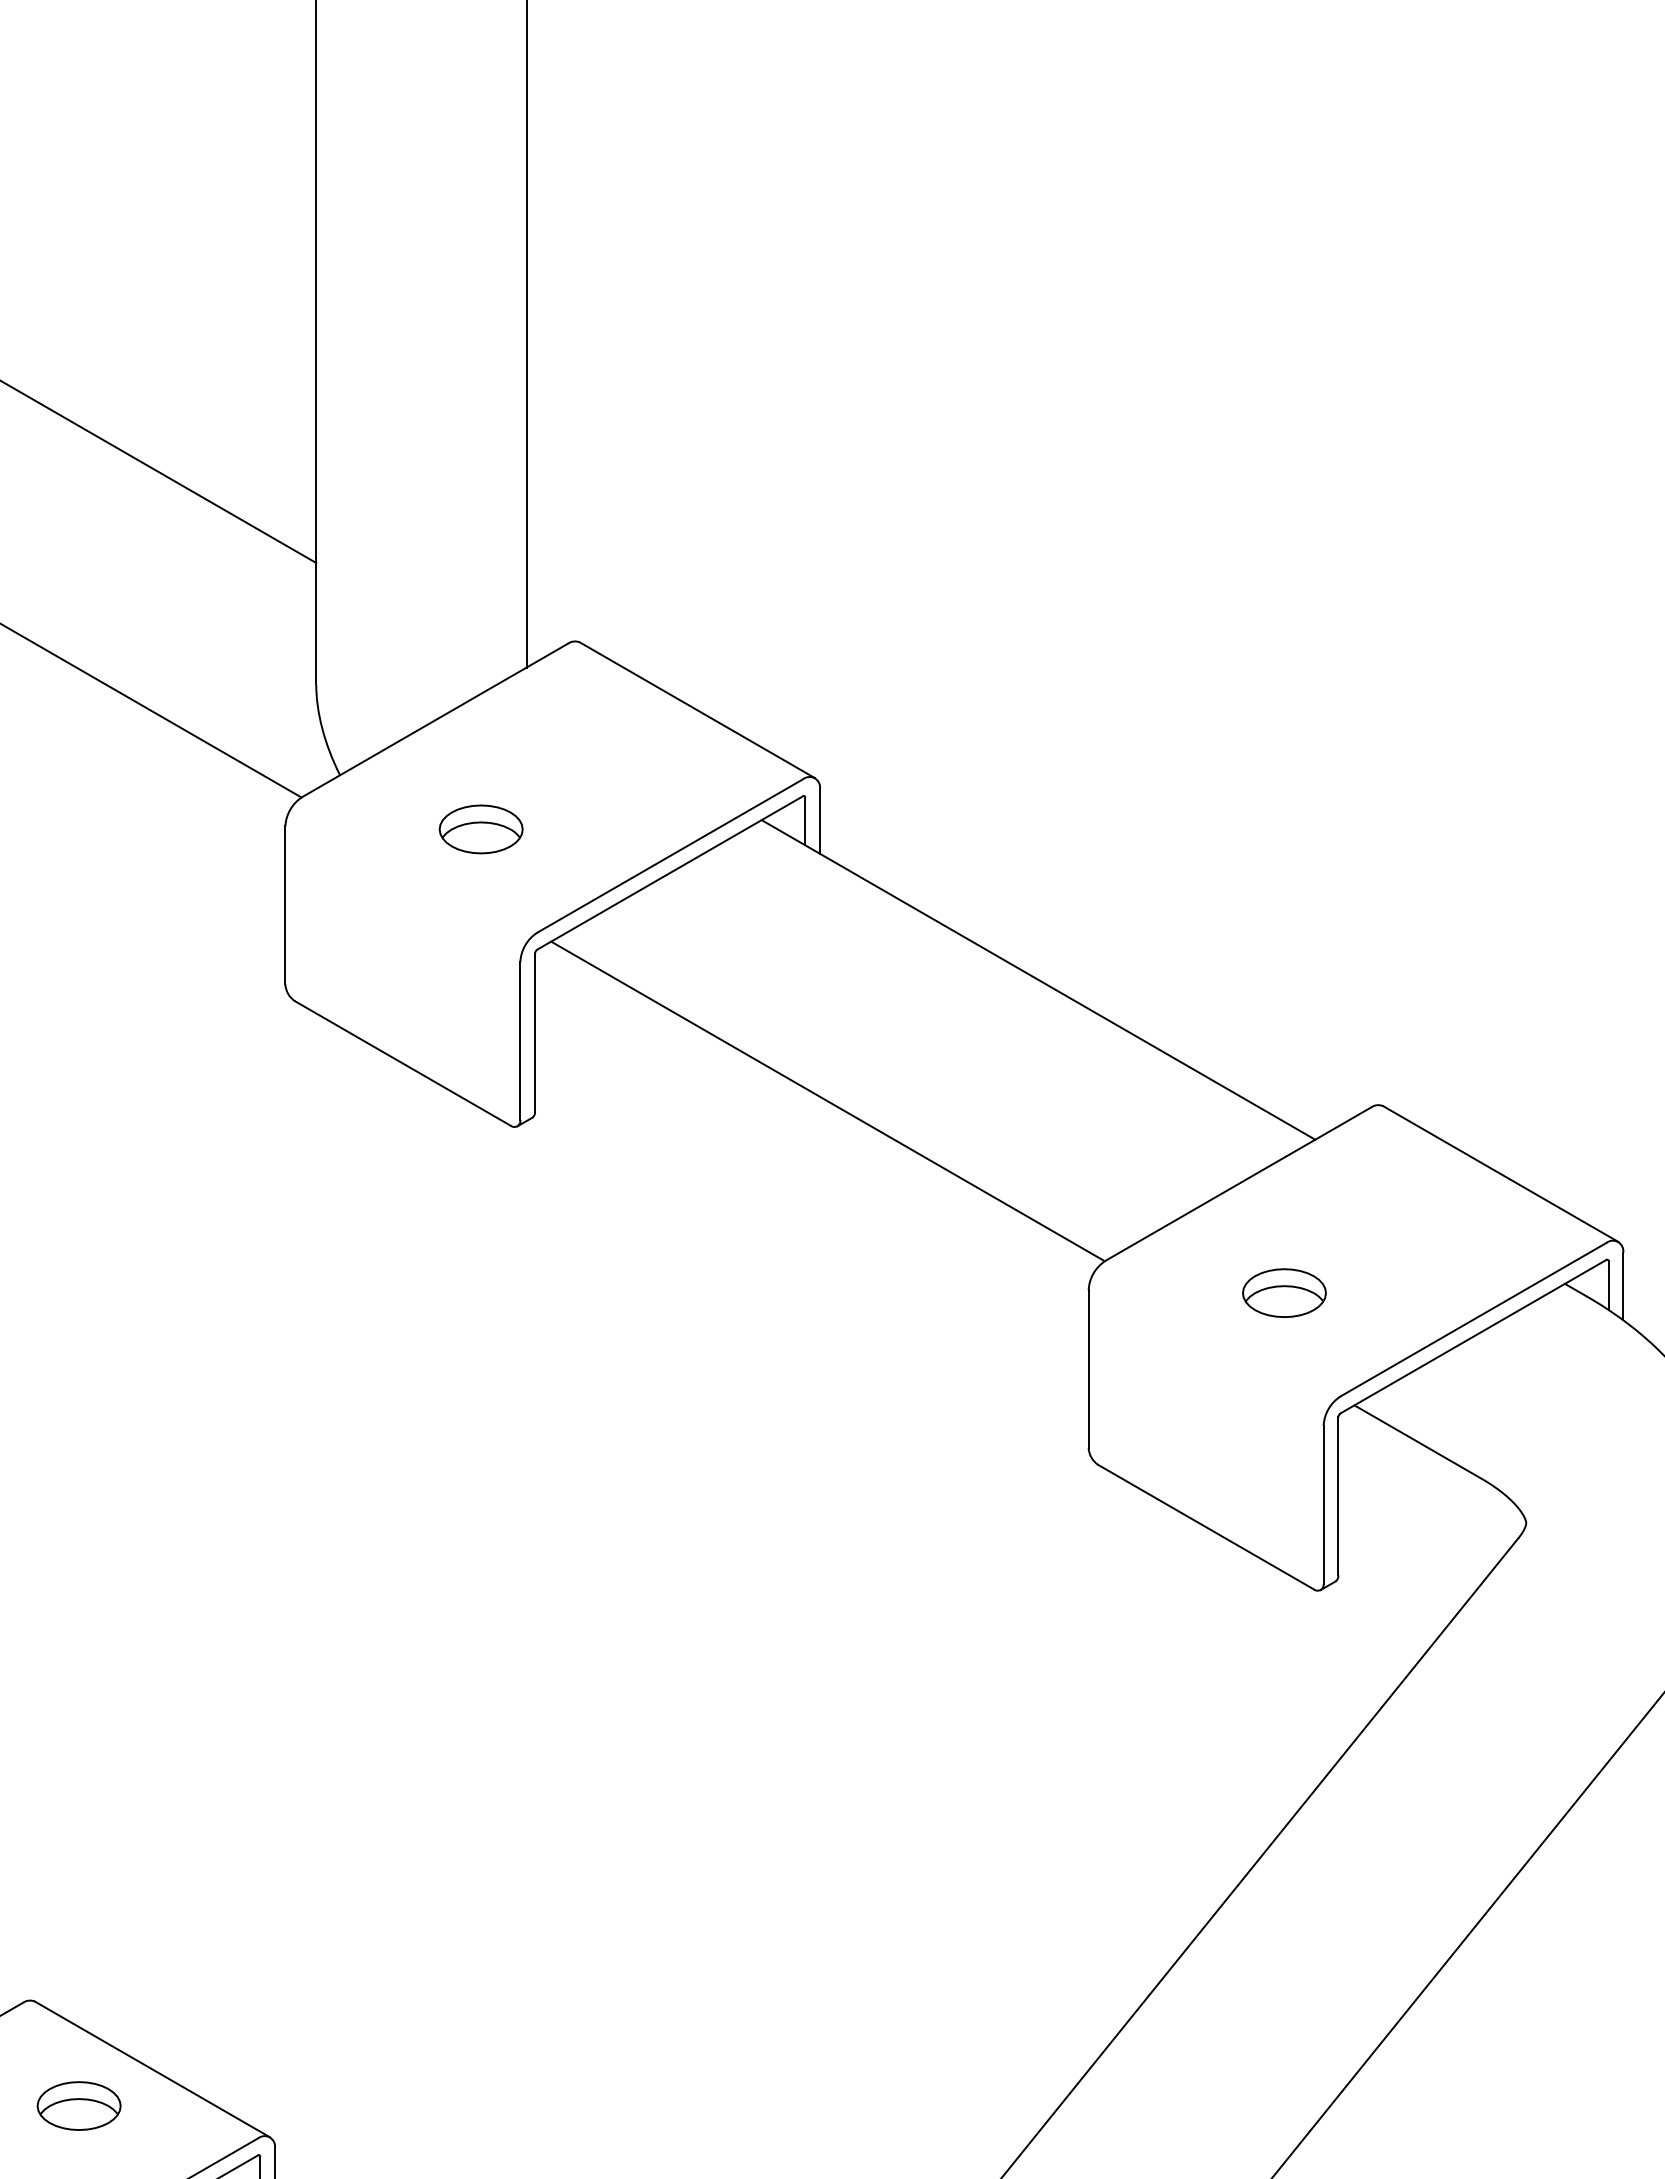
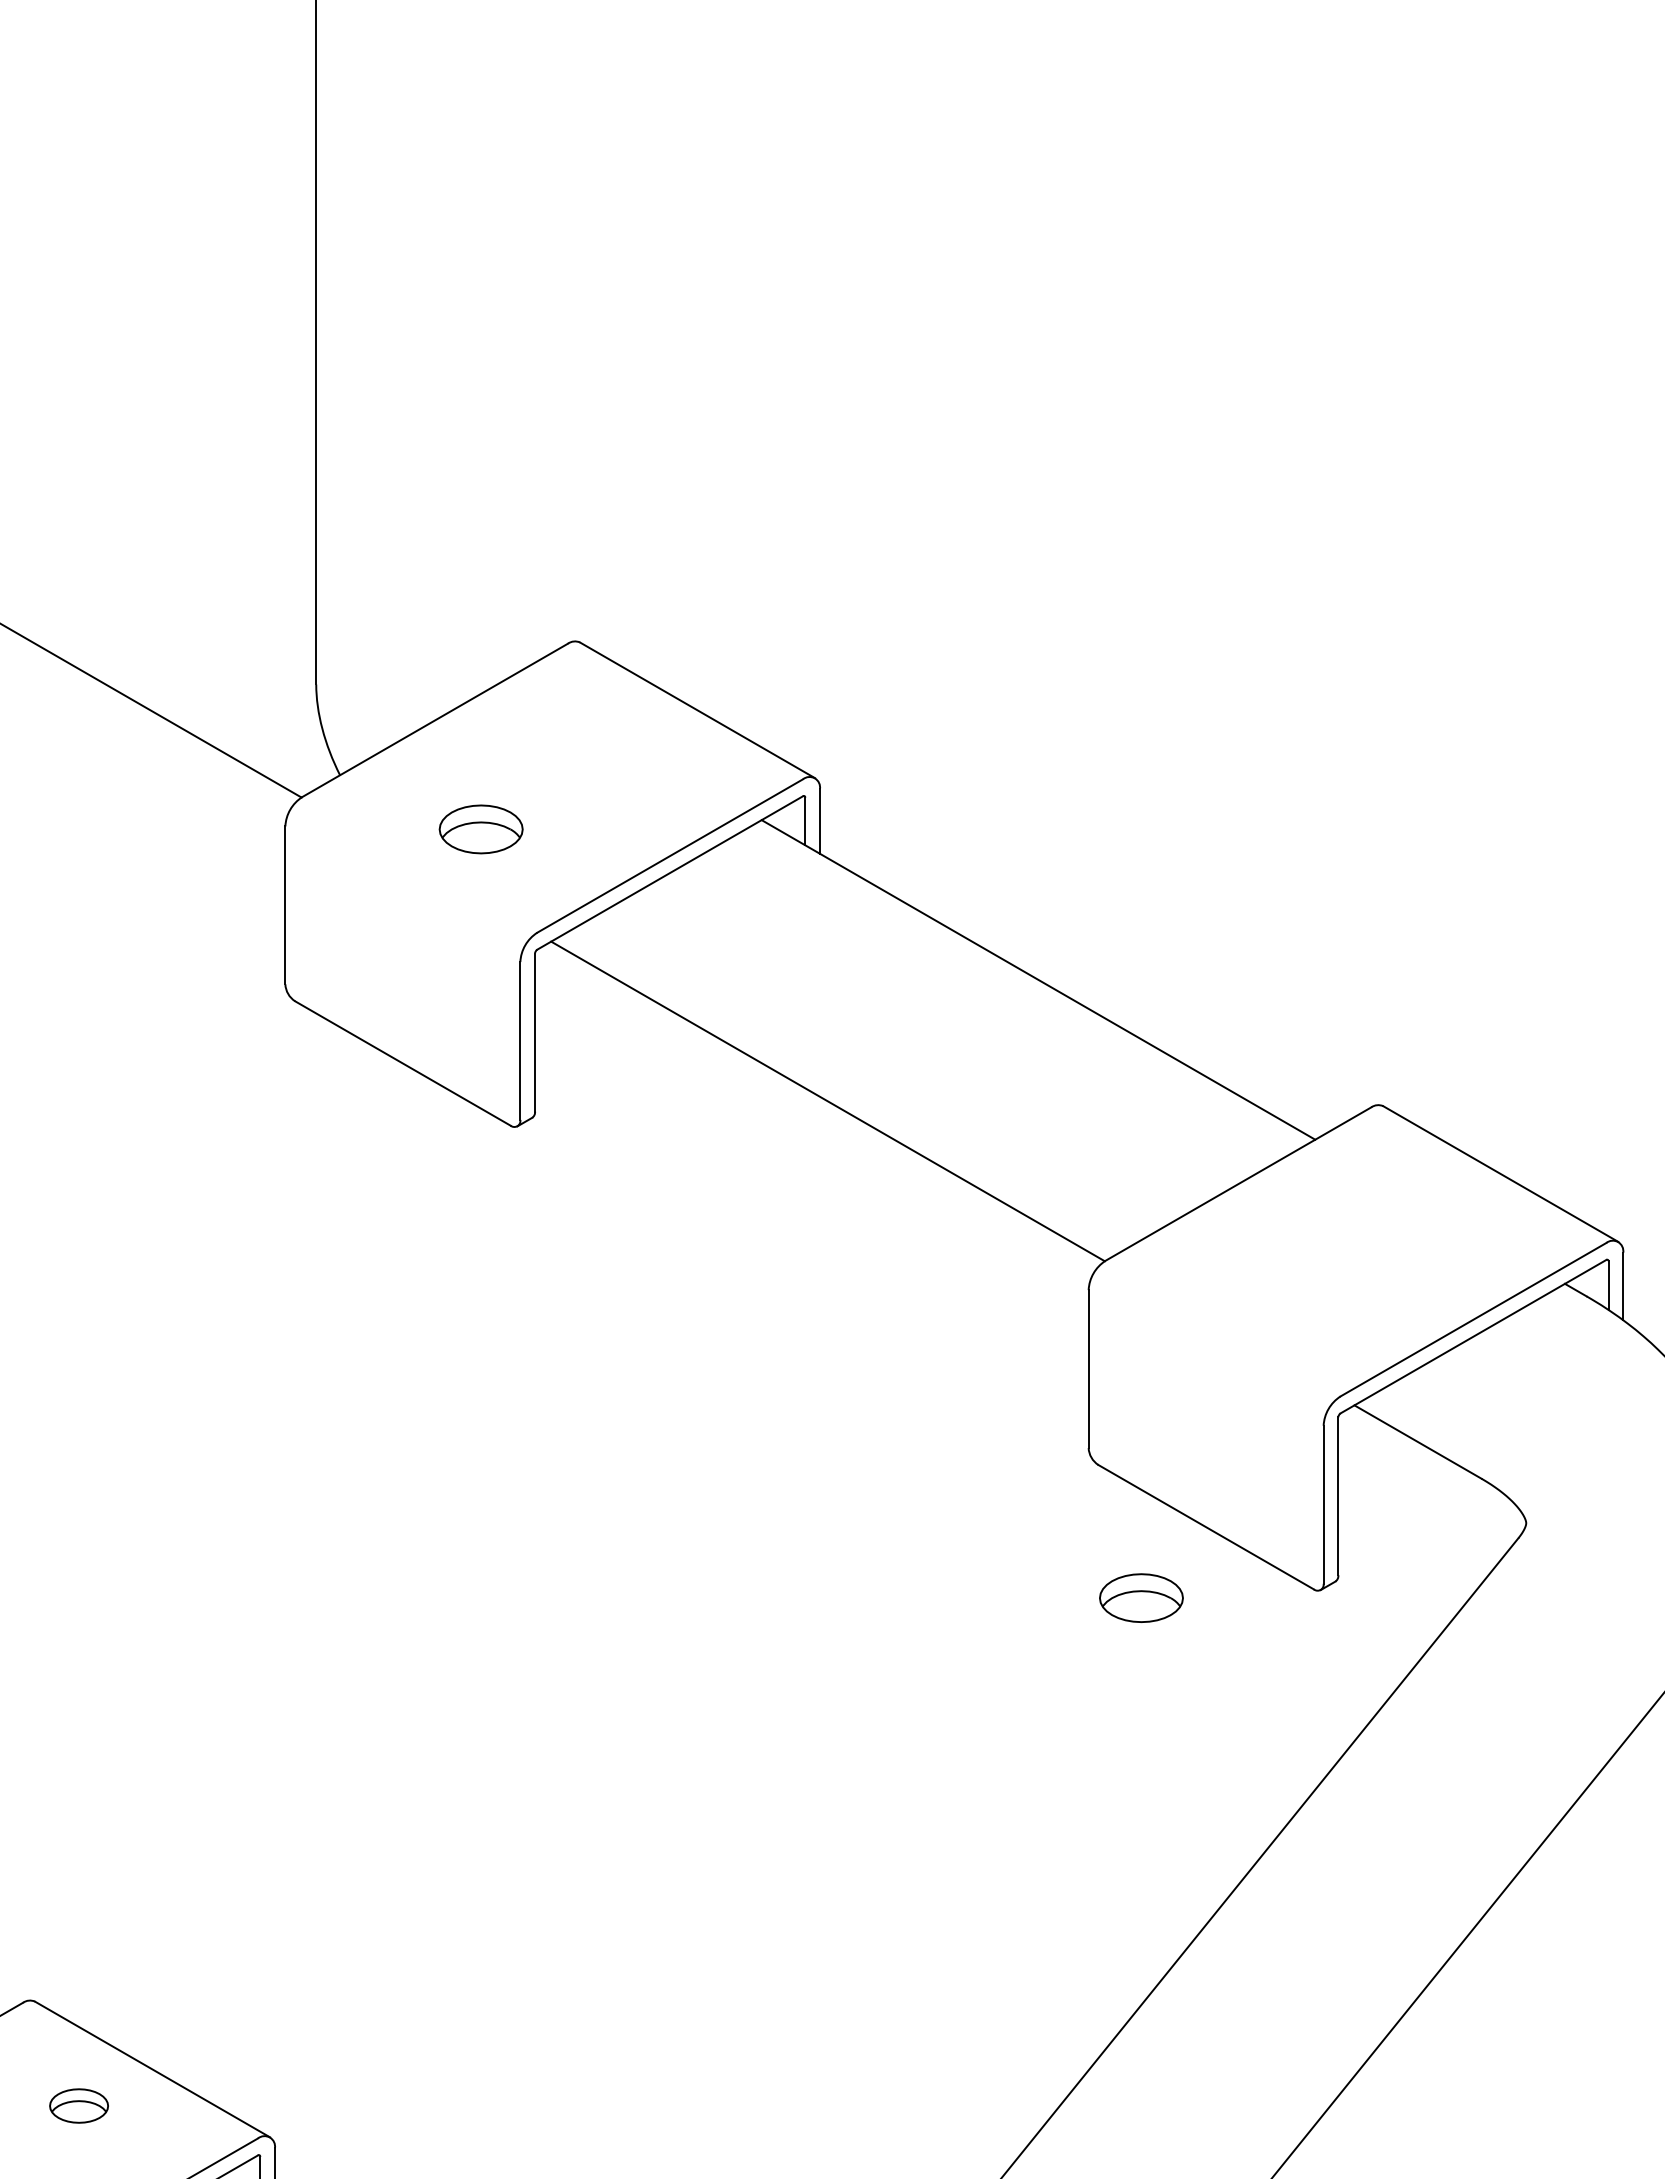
line at (526, 334): present -> none
line at (159, 471): present -> none
part at (1284, 1292) position: (1284, 1292) -> (1141, 1597)
part at (78, 2105) size: 86x50 px -> 60x36 px
